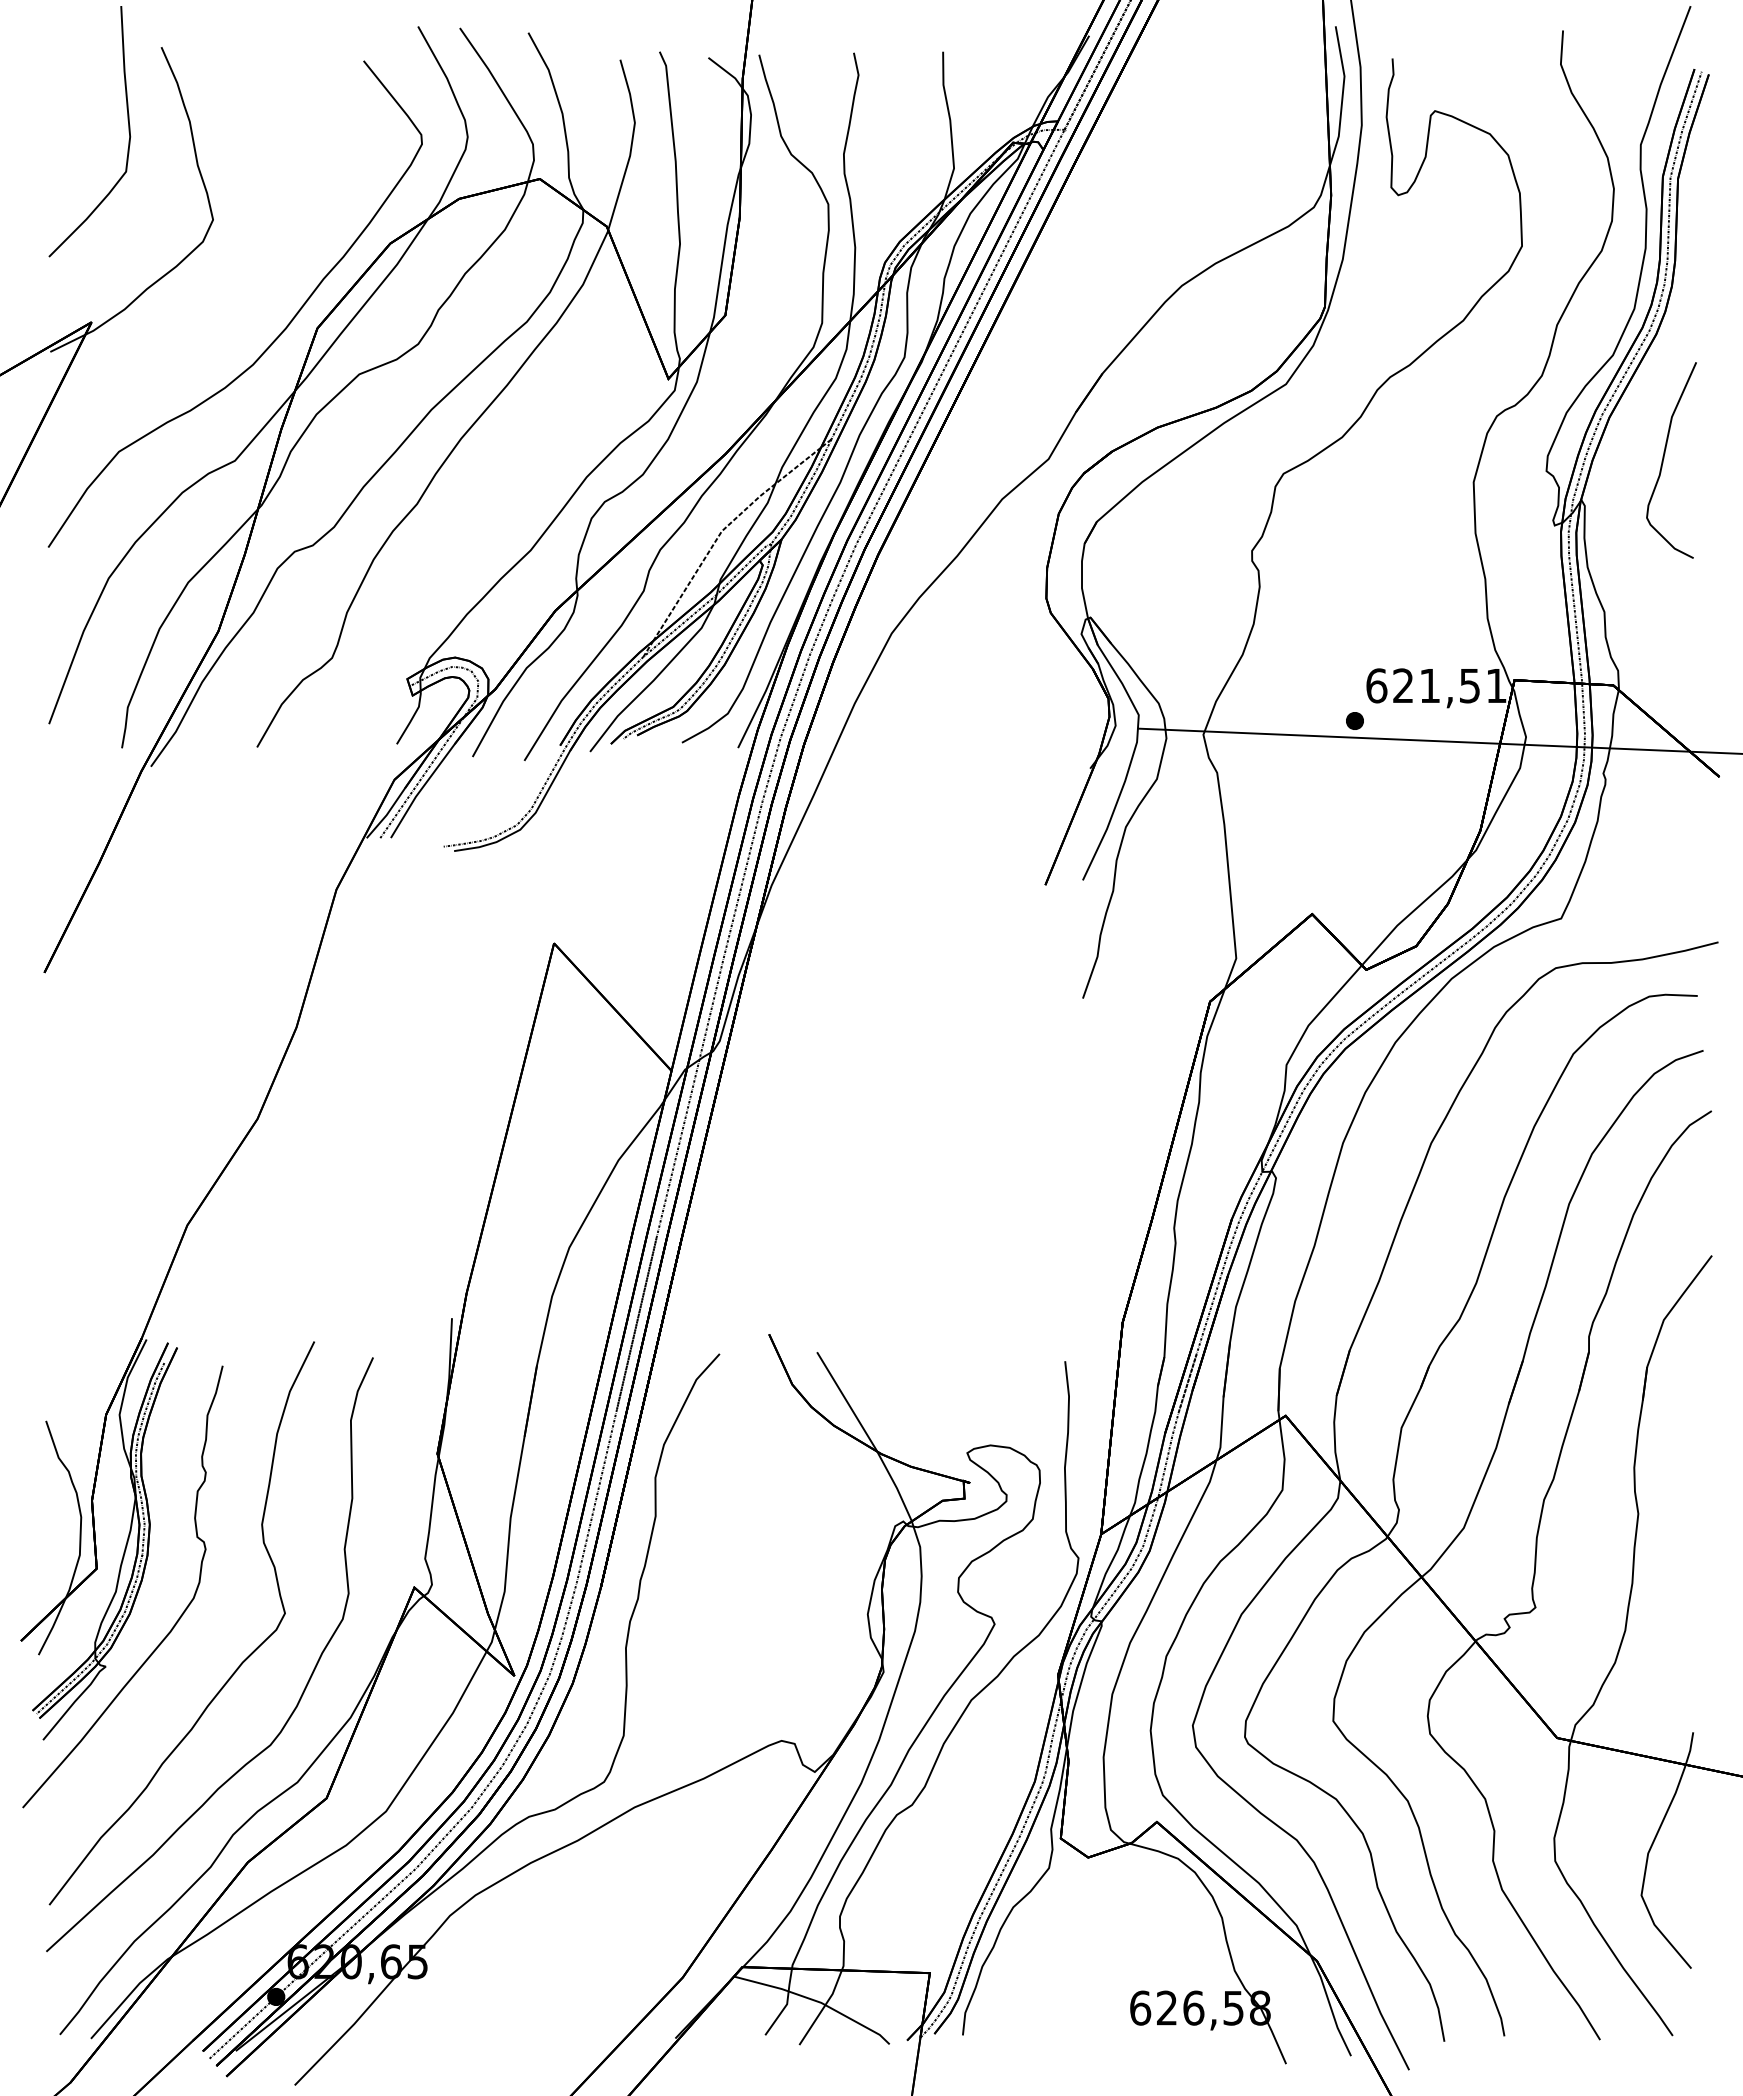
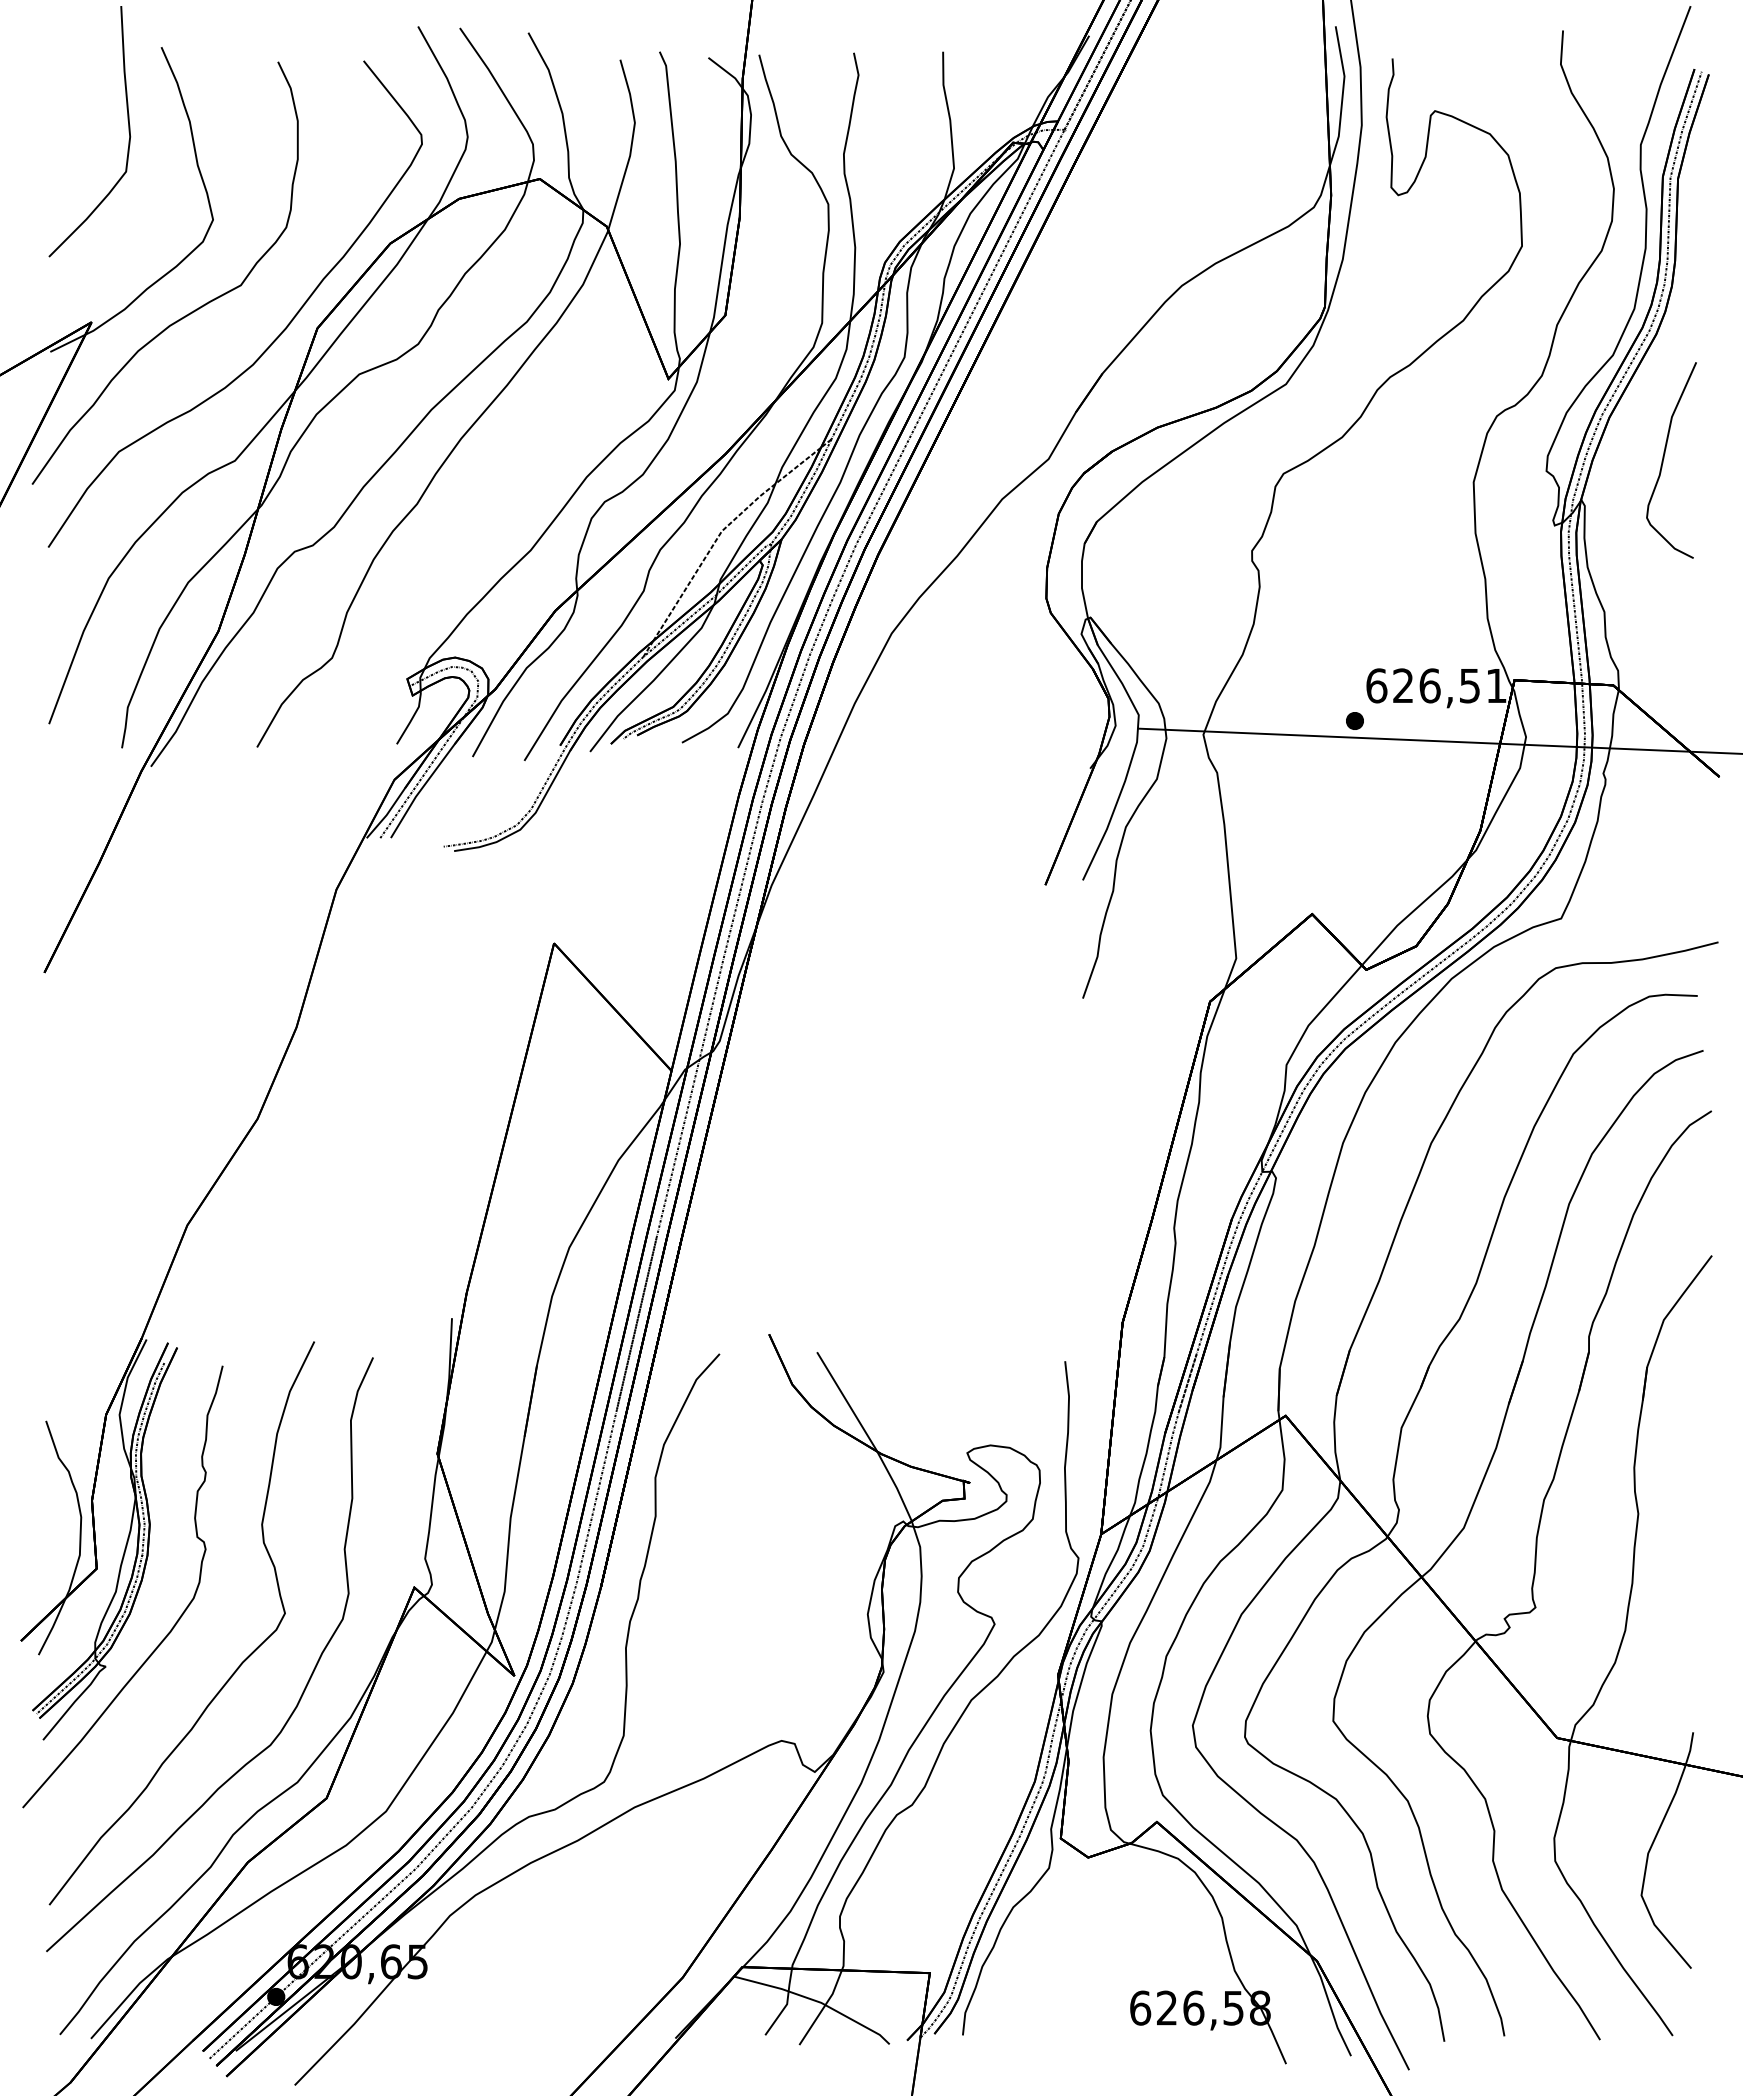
part at (186, 314): none -> present
text at (1429, 685): 621,51 -> 626,51
